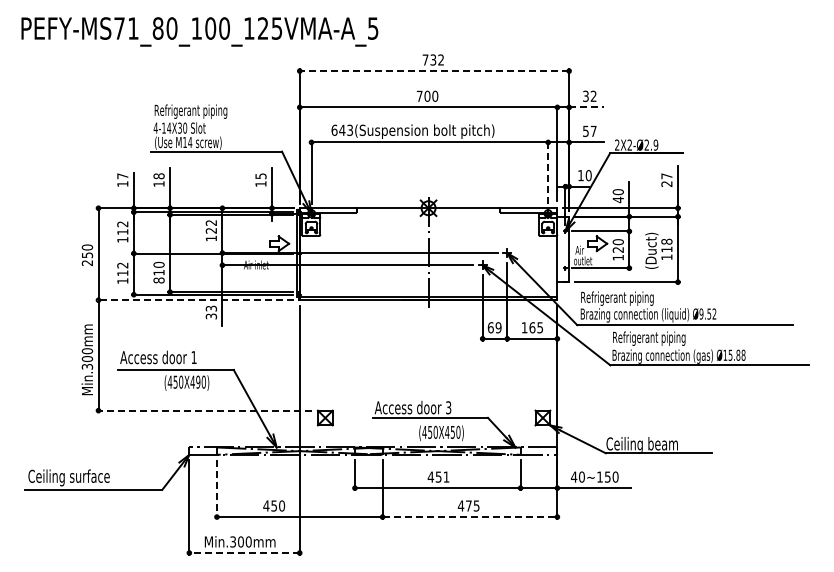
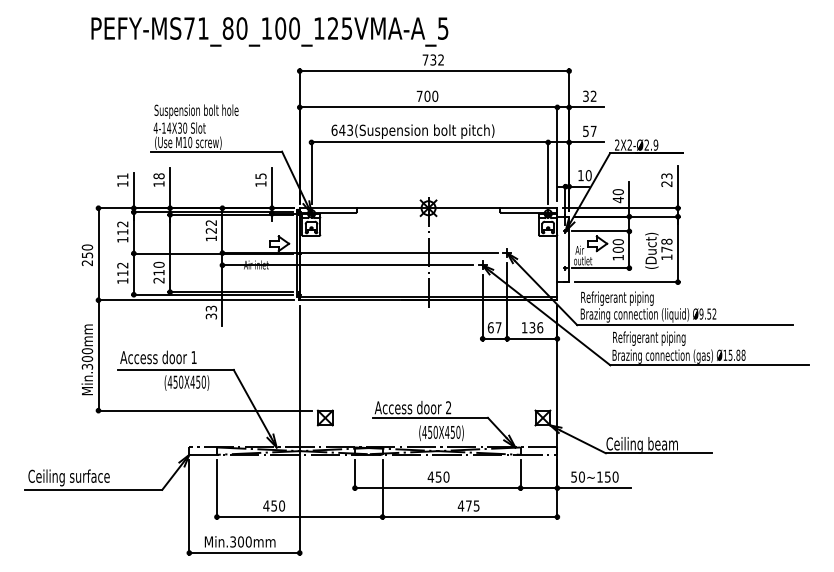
text at (199, 31) position: (199, 31) -> (269, 31)
line at (434, 71): dashed -> solid
line at (586, 107): dashed -> solid
text at (196, 111): Refrigerant piping -> Suspension bolt hole
text at (190, 142): M14 -> M10
line at (548, 172): dashed -> solid
text at (122, 176): 17 -> 11
text at (666, 176): 27 -> 23
text at (617, 249): 120 -> 100
text at (666, 249): 118 -> 178
text at (158, 280): 810 -> 210
line at (195, 300): dashed -> solid
text at (498, 327): 69 -> 67
text at (536, 327): 165 -> 136
text at (198, 381): (450X490) -> (450X450)
text at (448, 408): 3 -> 2
line at (204, 410): dashed -> solid
text at (446, 476): 451 -> 450
text at (573, 476): 40~150 -> 50~150
line at (216, 490): dashed -> solid
line at (470, 517): dashed -> solid
line at (244, 553): dashed -> solid
